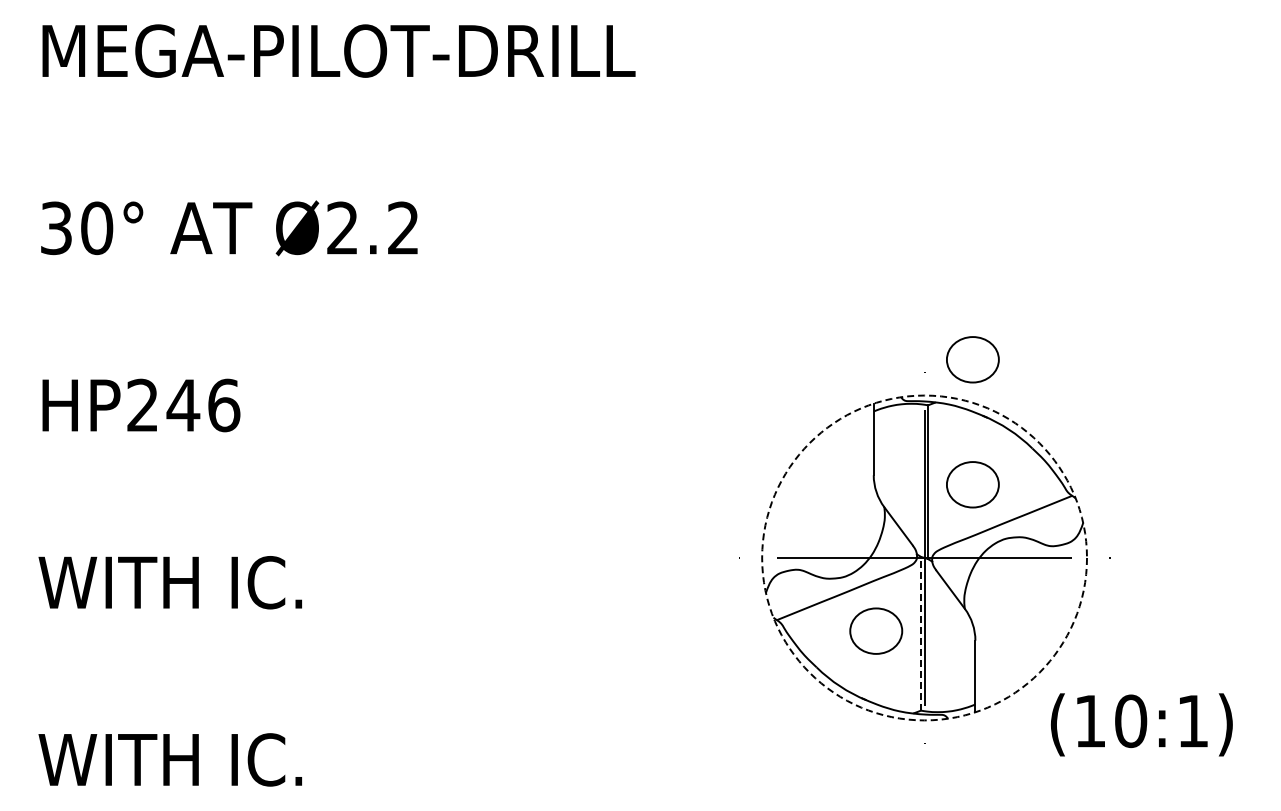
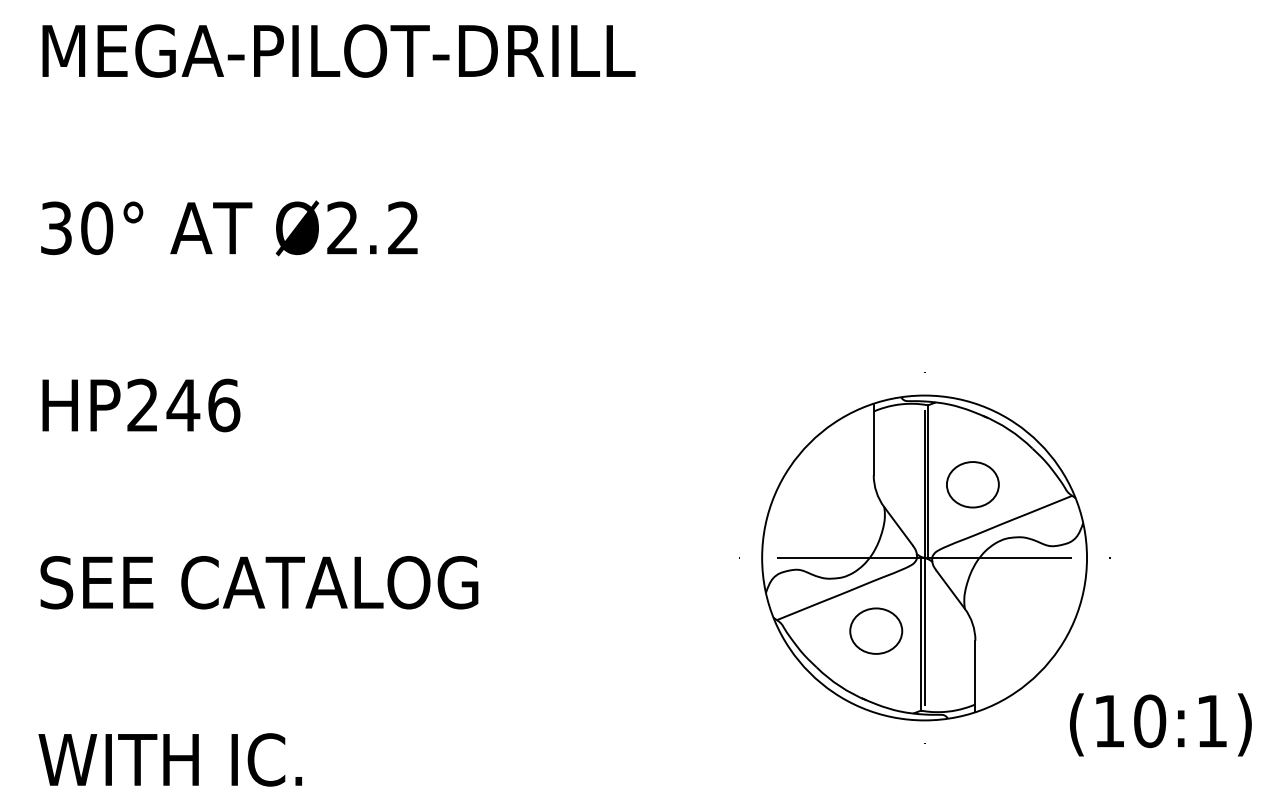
part at (972, 359): present -> none
circle at (924, 557): dashed -> solid
text at (258, 582): WITH IC. -> SEE CATALOG
line at (920, 633): dashed -> solid
text at (1141, 724) position: (1141, 724) -> (1160, 724)
